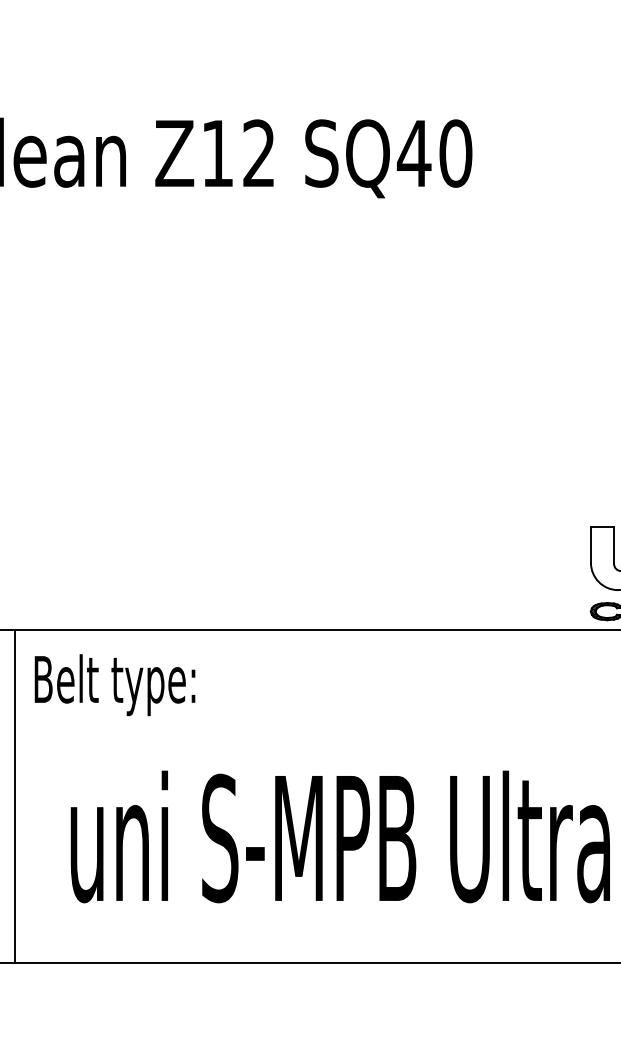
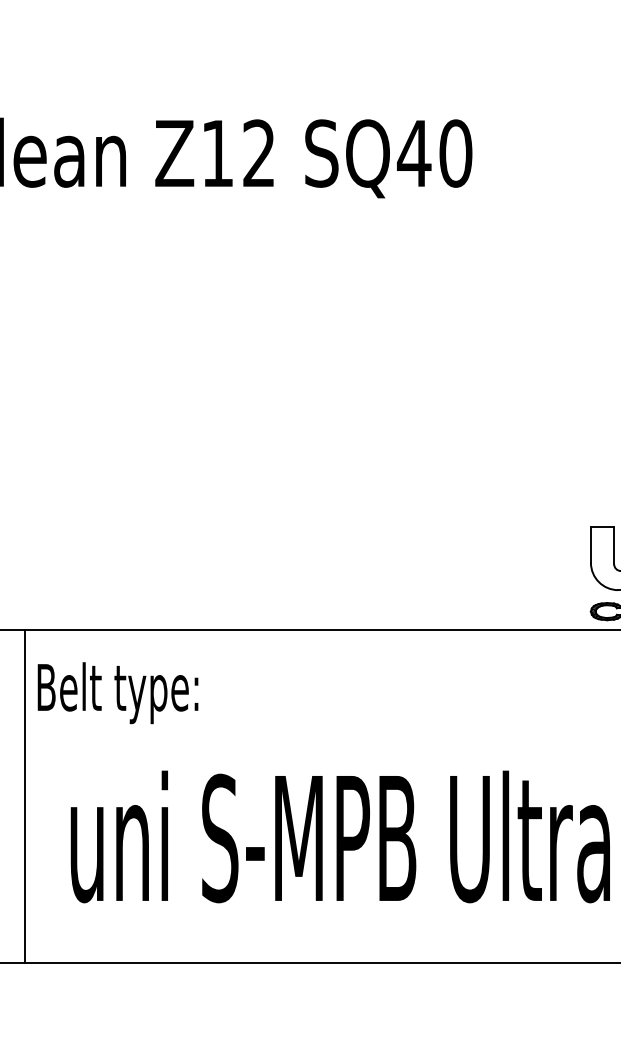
text at (114, 685) position: (114, 685) -> (117, 693)
line at (14, 796) position: (14, 796) -> (24, 796)
